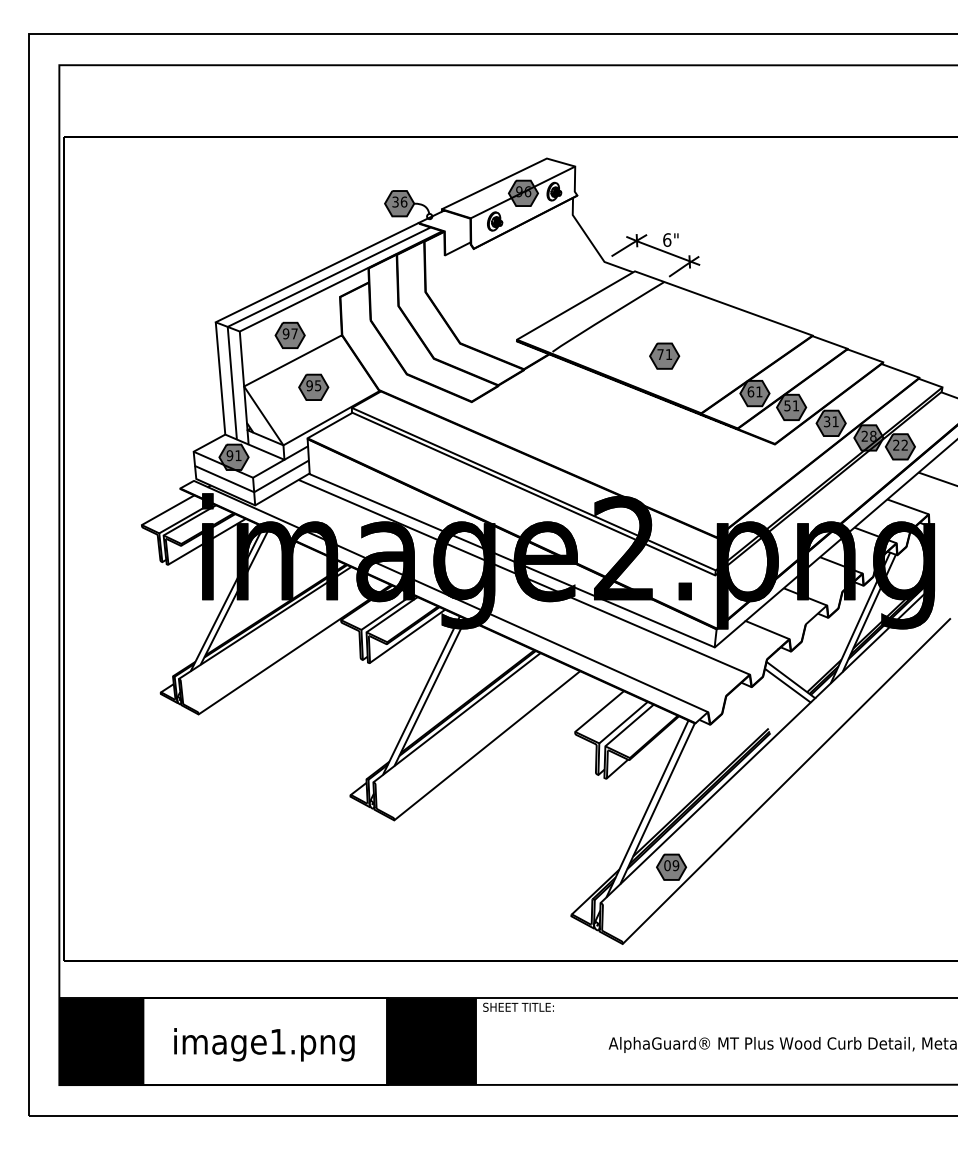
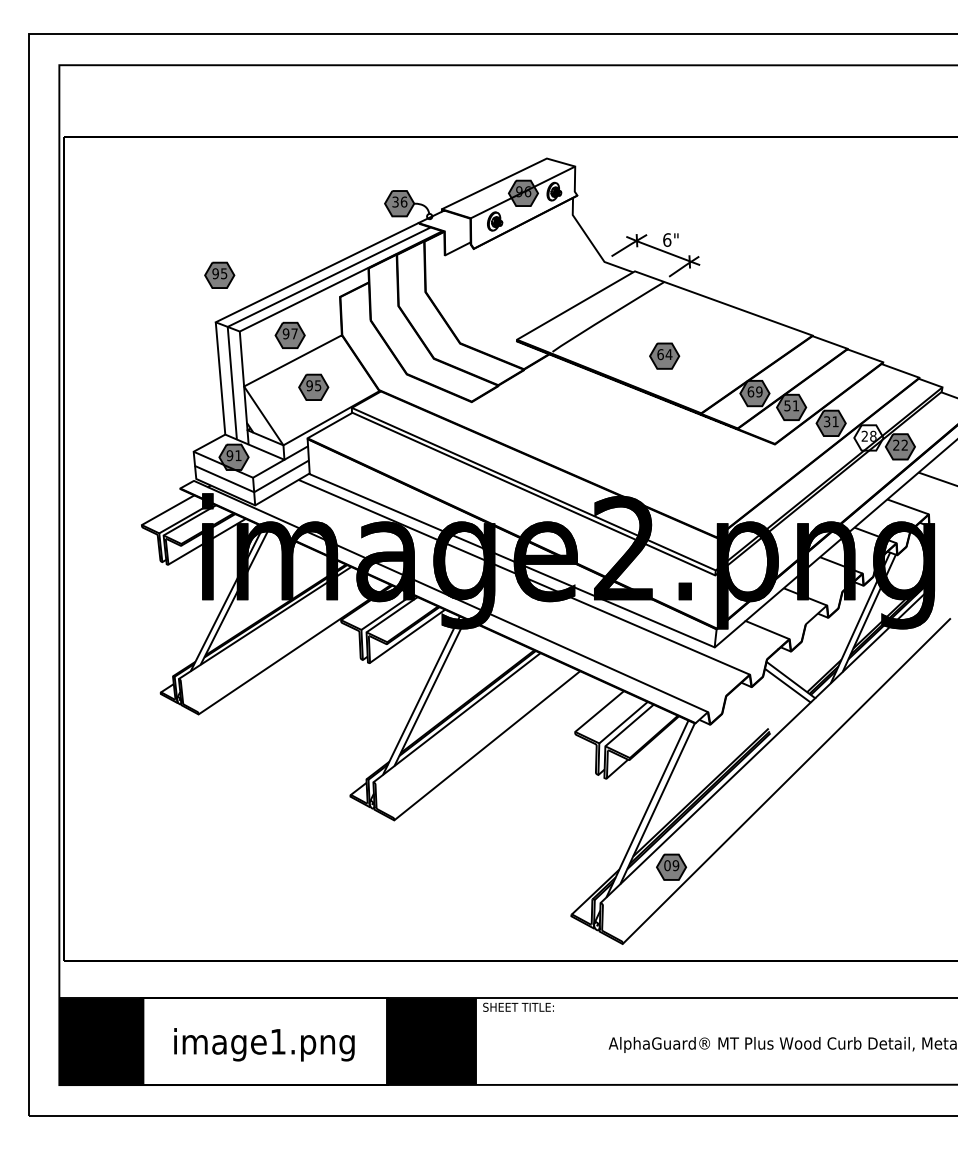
part at (219, 274): none -> present
text at (664, 354): 71 -> 64
text at (759, 392): 61 -> 69
fill at (868, 437): present -> none
